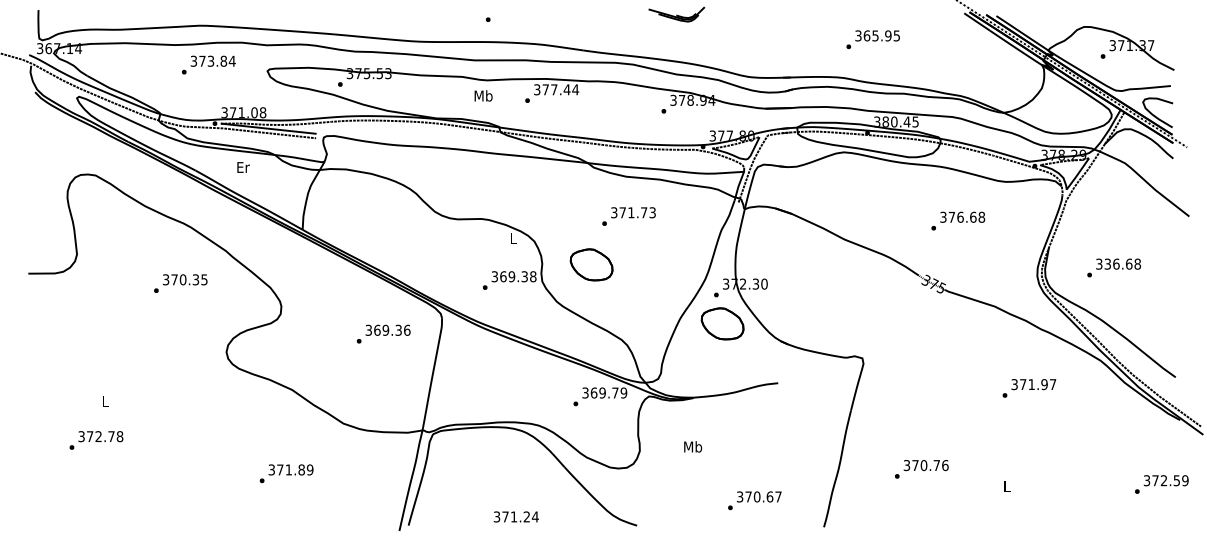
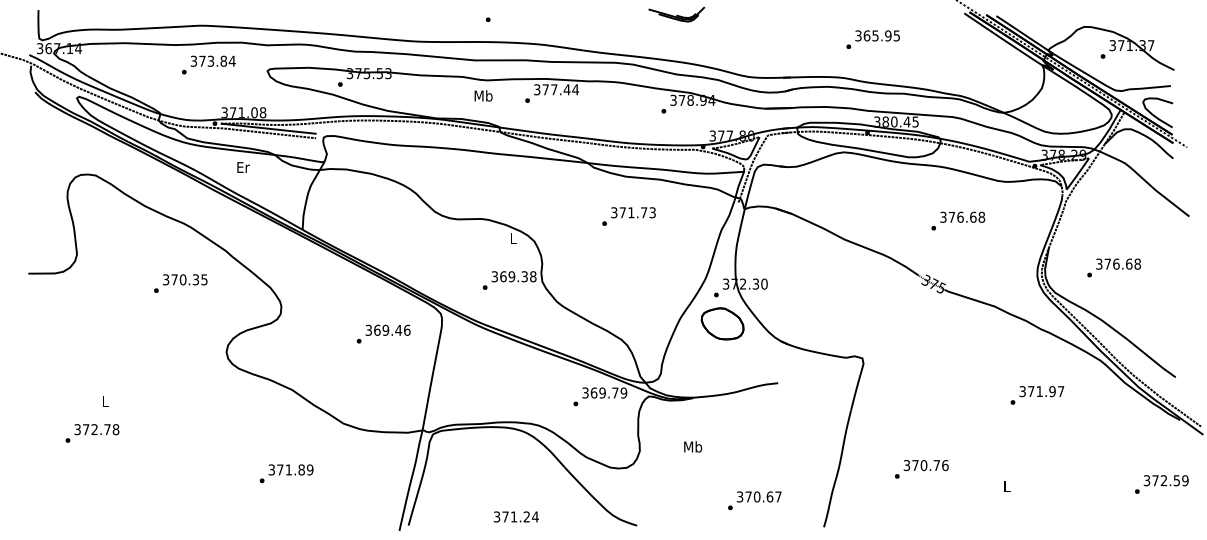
text at (1107, 263): 336.68 -> 376.68
part at (591, 264): present -> none
text at (398, 329): 369.36 -> 369.46
text at (1029, 388) position: (1029, 388) -> (1037, 395)
text at (96, 440) position: (96, 440) -> (92, 433)
